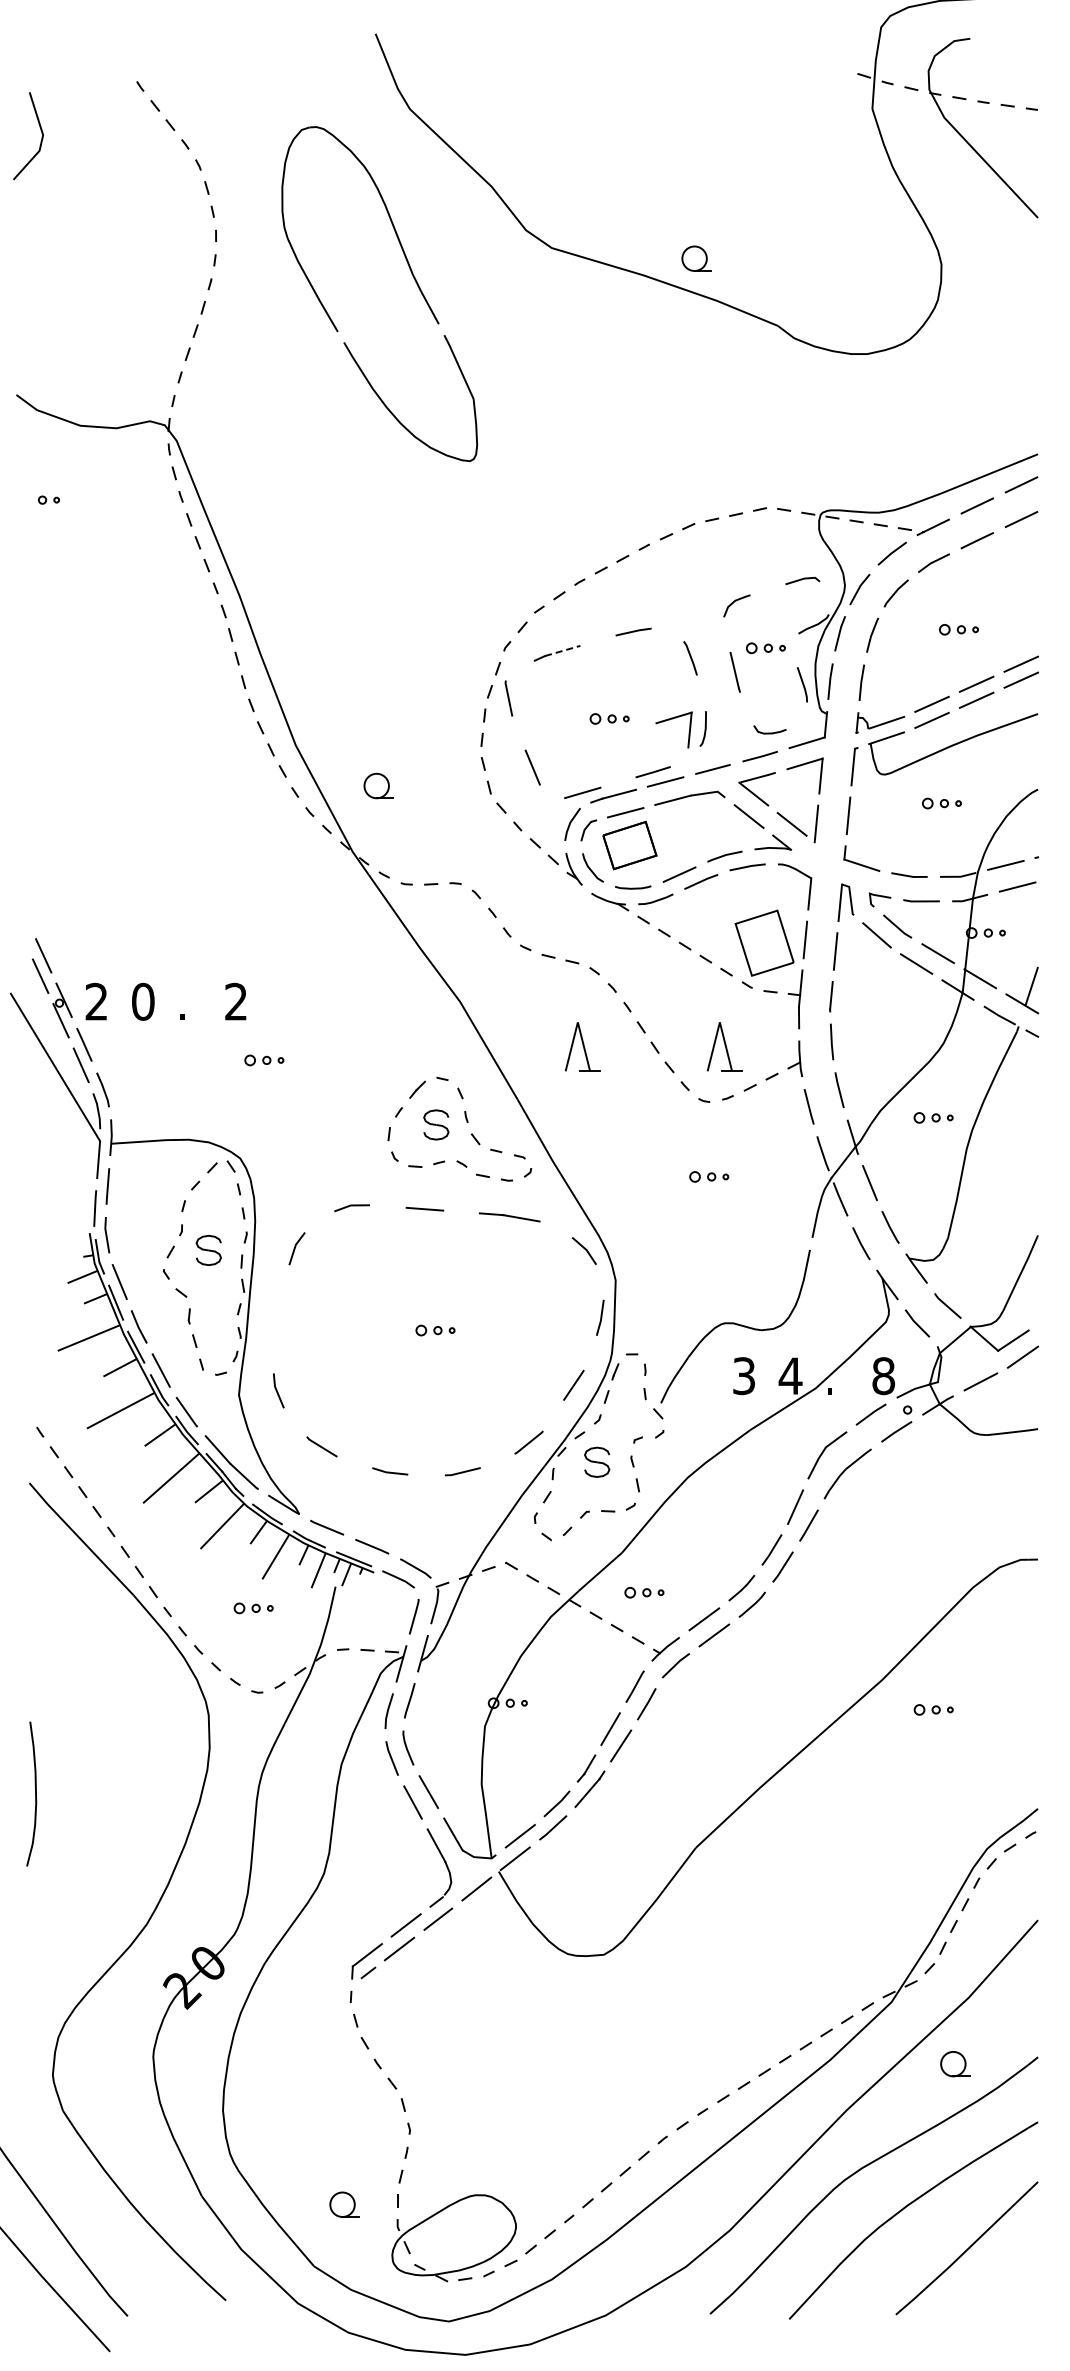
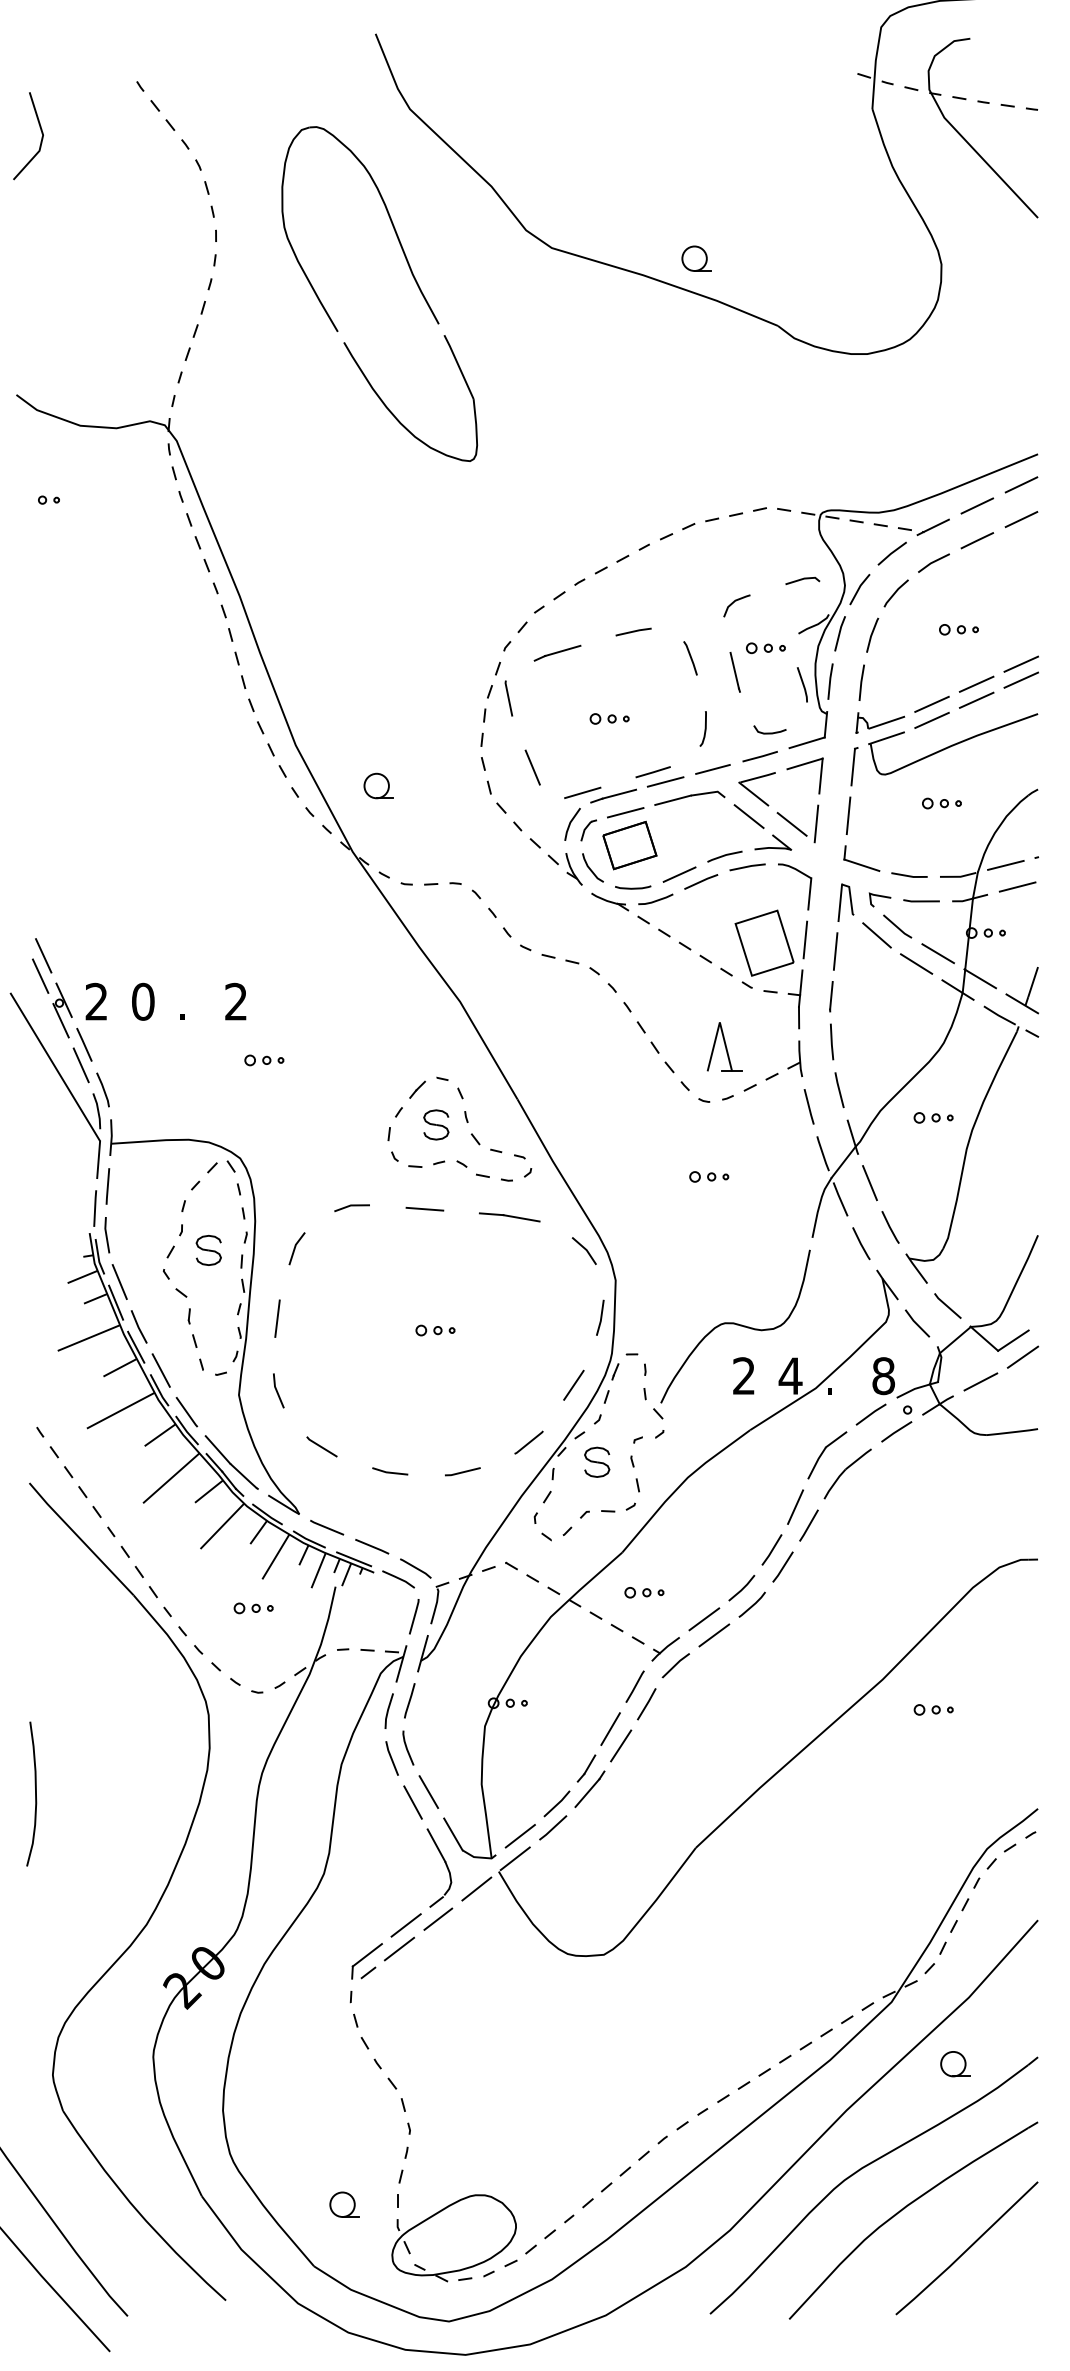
line at (563, 650): dashed -> solid
part at (669, 720): present -> none
part at (582, 1046): present -> none
line at (277, 1318): none -> present
text at (743, 1376): 3 -> 2
